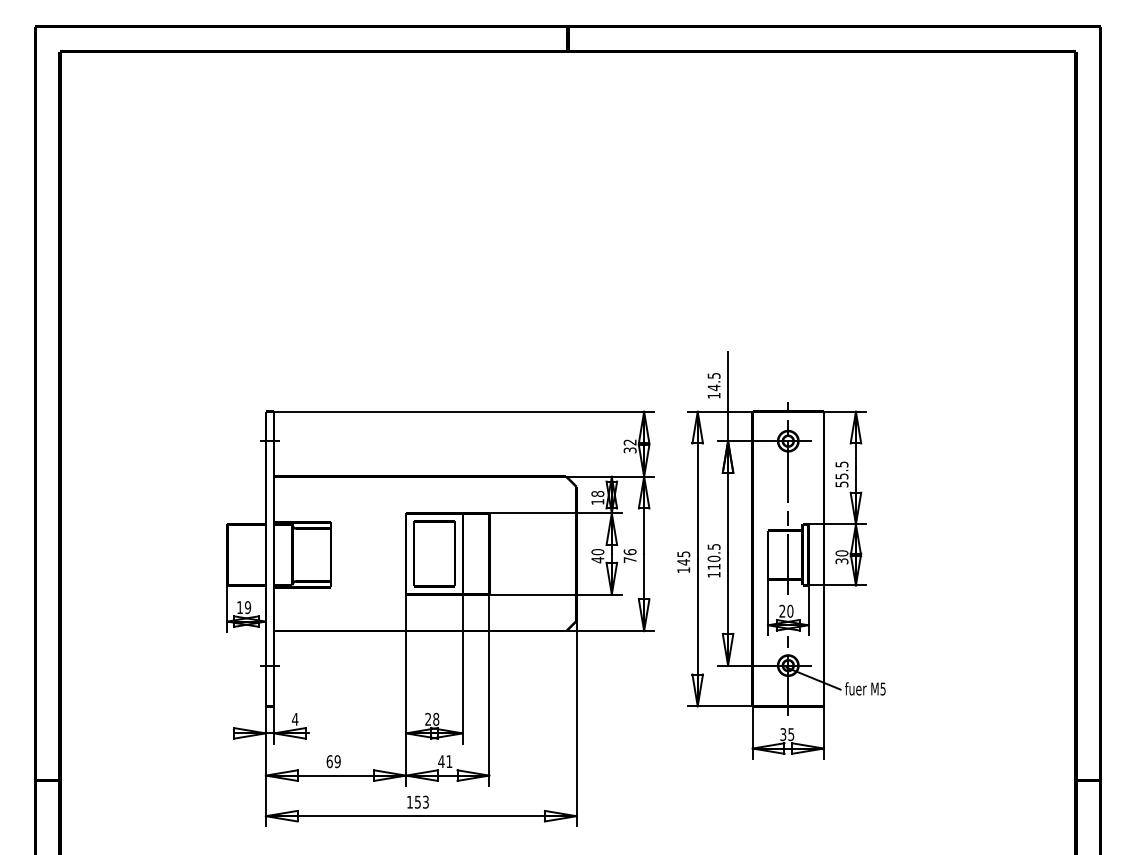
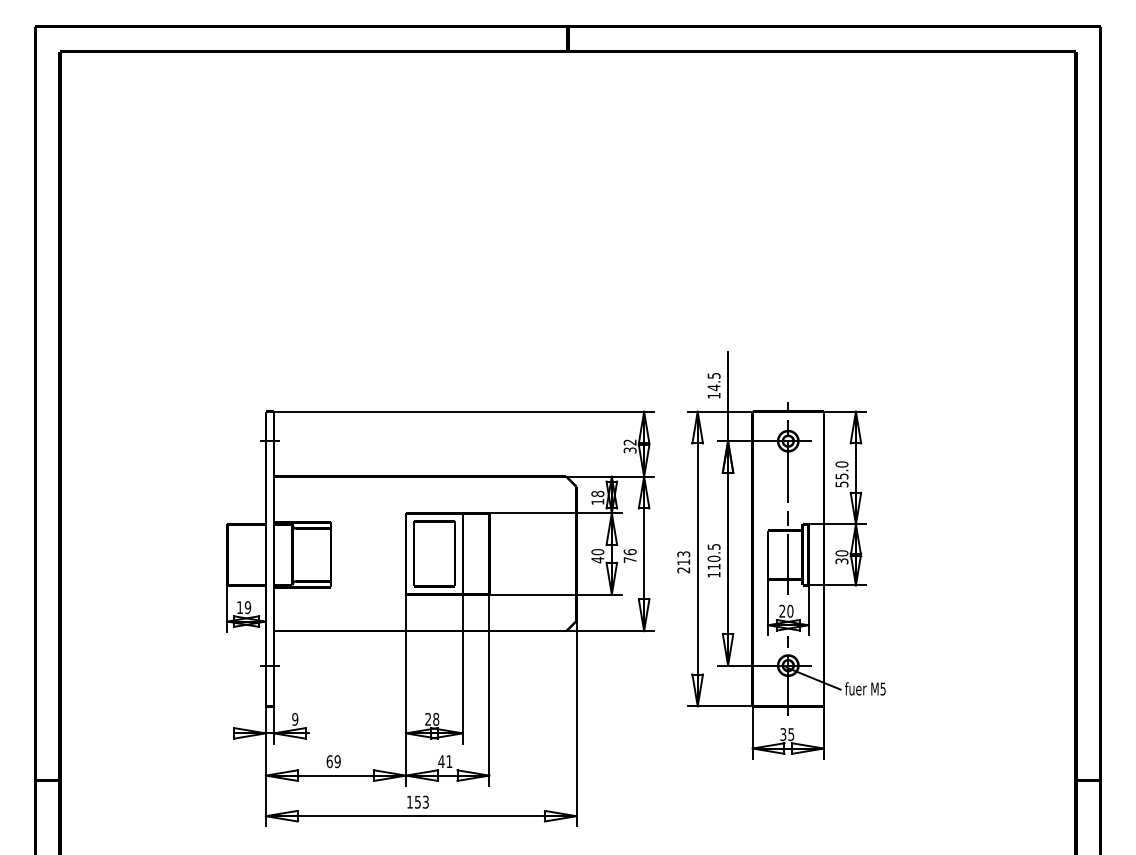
text at (841, 464): 55.5 -> 55.0
text at (683, 562): 145 -> 213
text at (295, 718): 4 -> 9
